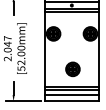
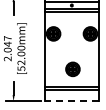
line at (71, 95): present -> none
line at (71, 101): solid -> dashed
